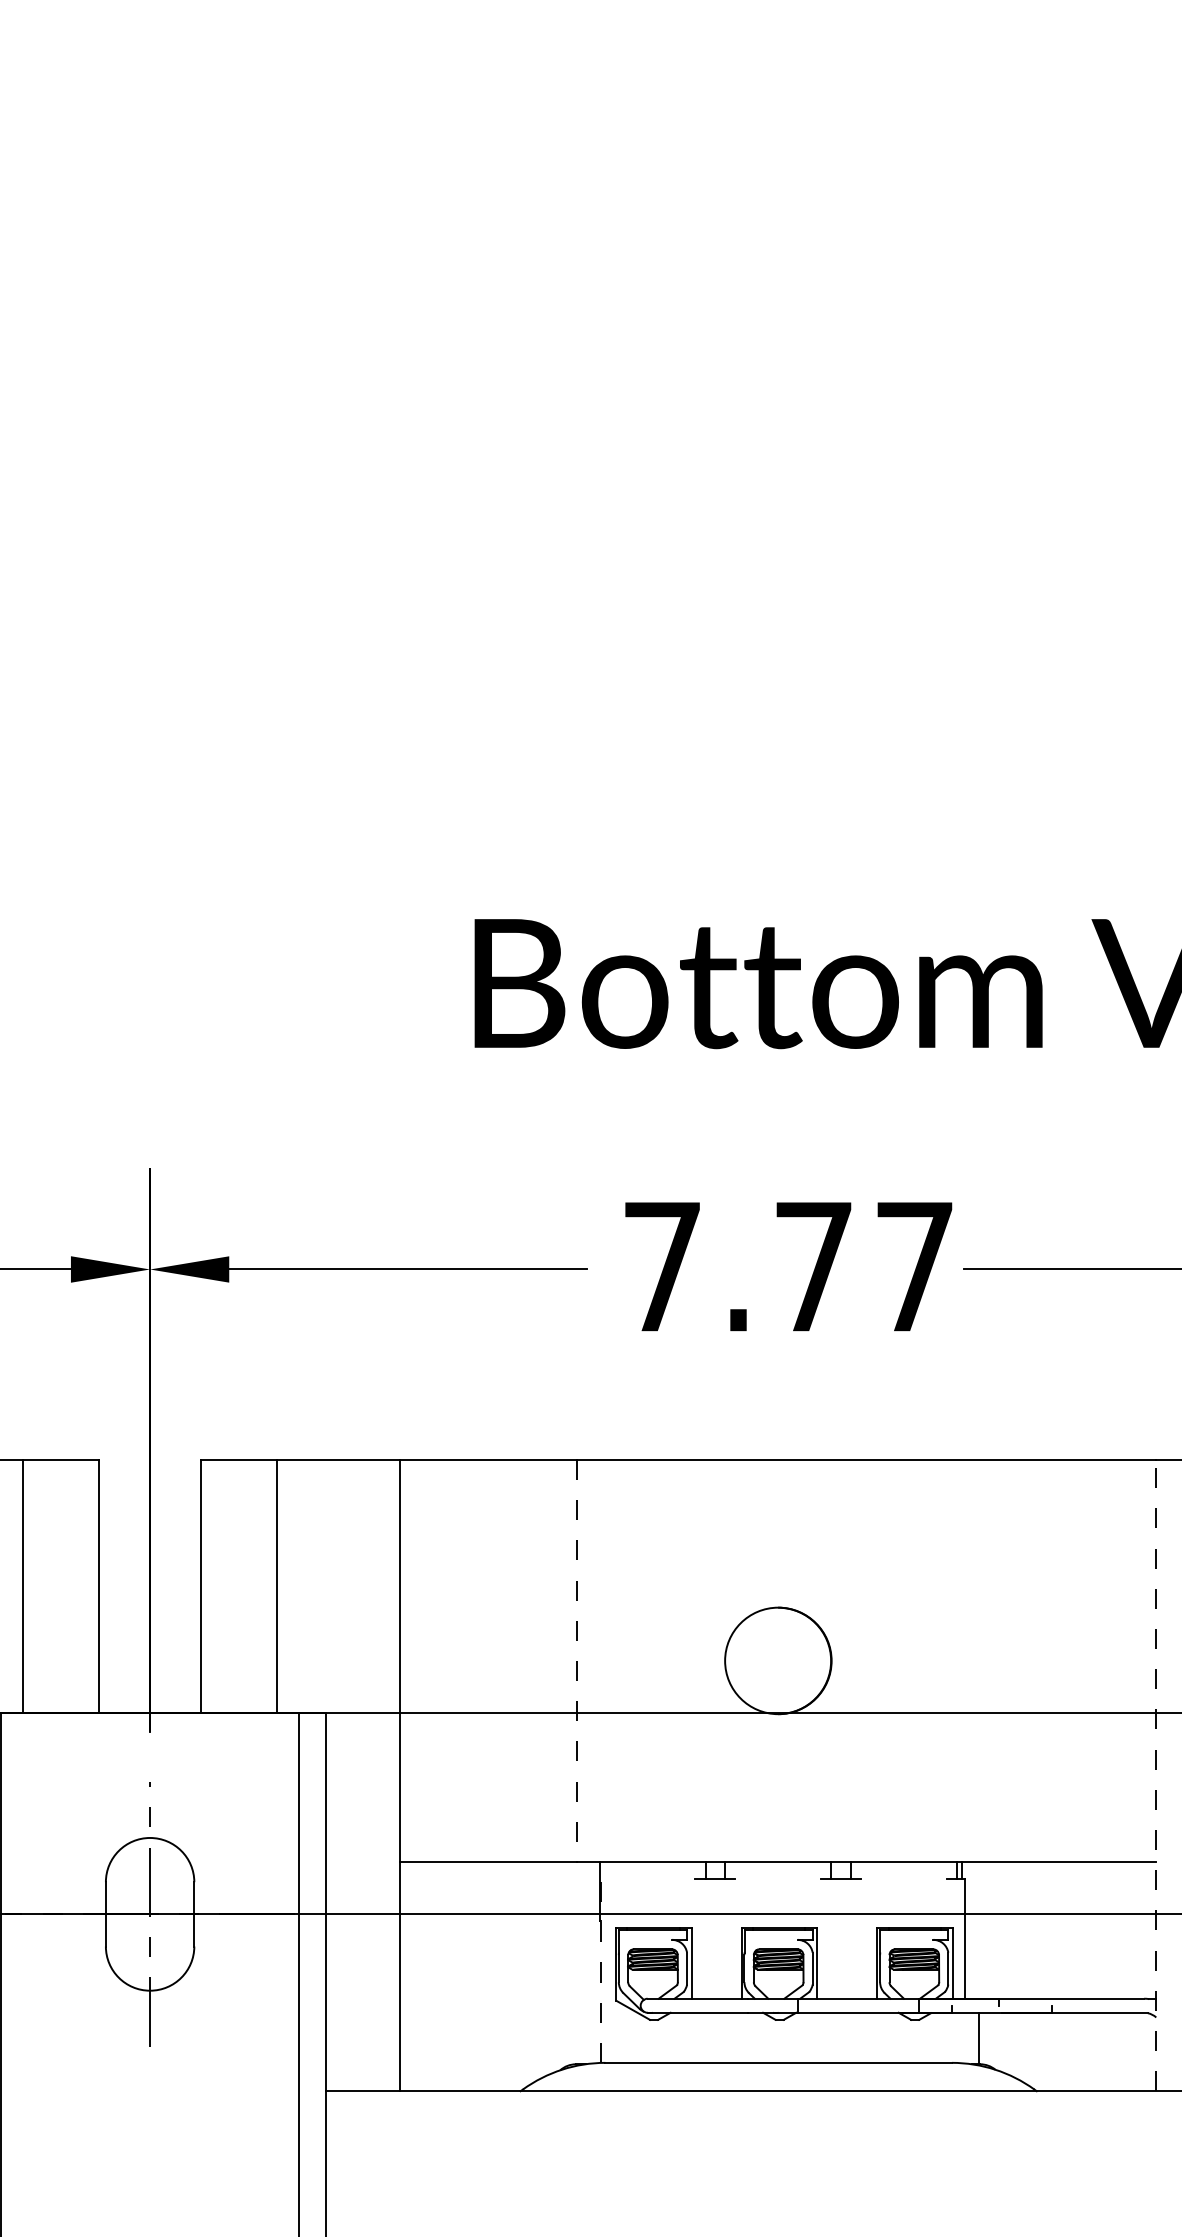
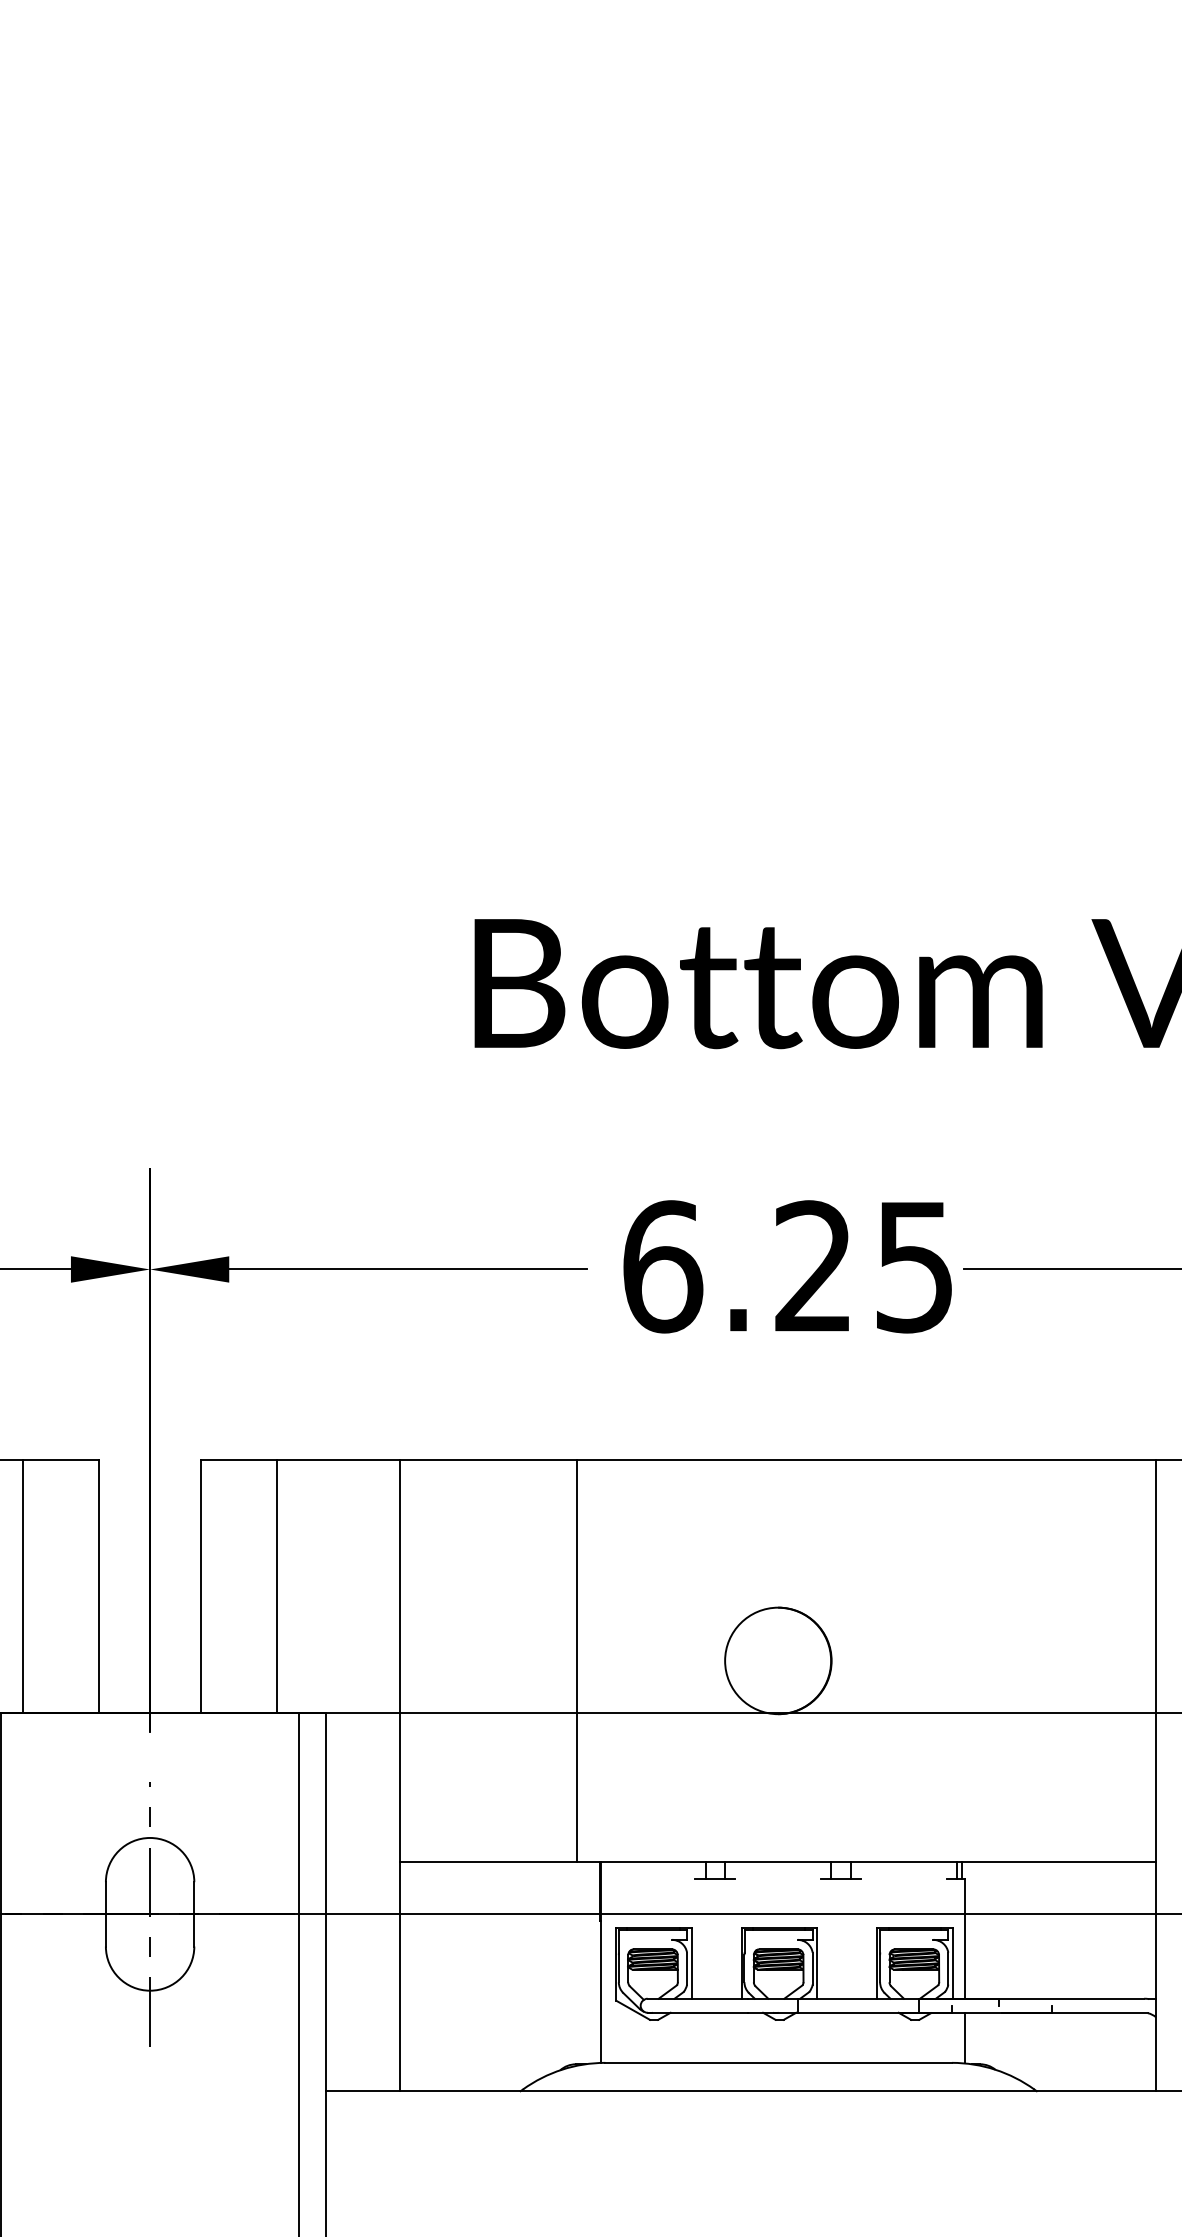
text at (787, 1266): 7.77 -> 6.25
line at (577, 1660): dashed -> solid
line at (1156, 1775): dashed -> solid
line at (601, 1962): dashed -> solid
line at (978, 2038) position: (978, 2038) -> (964, 2038)
